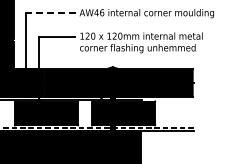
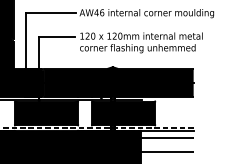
line at (50, 12): dashed -> solid
hatch at (167, 145): none -> present
